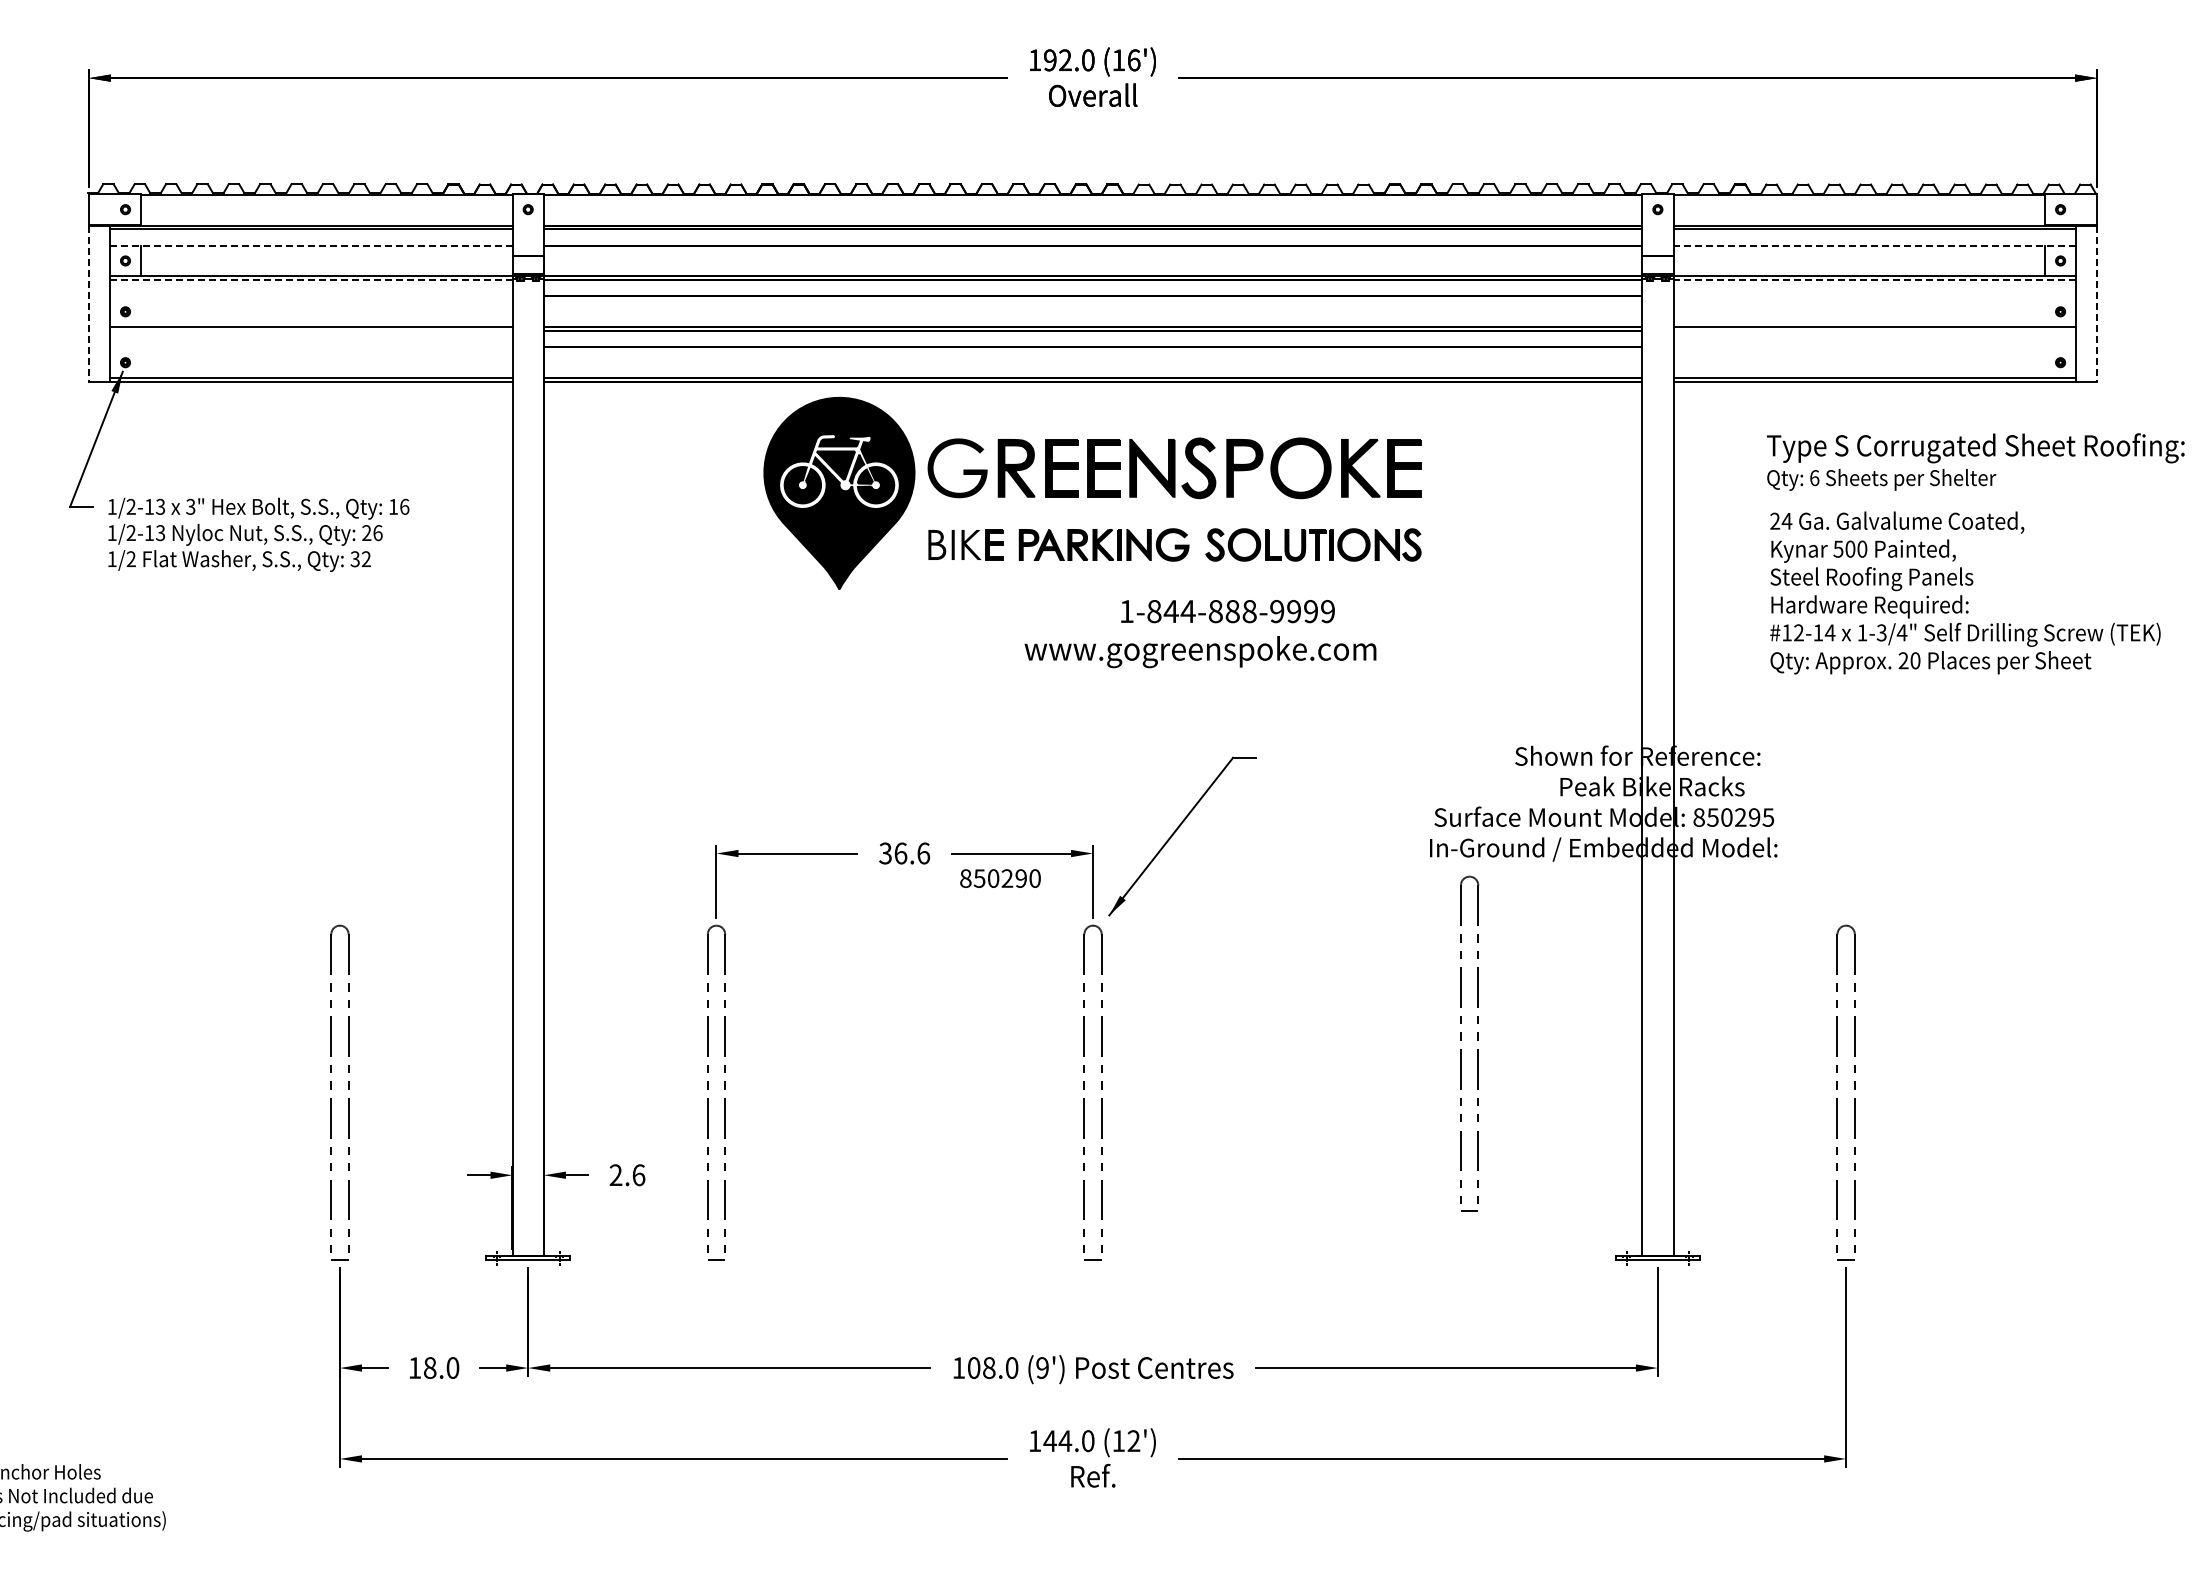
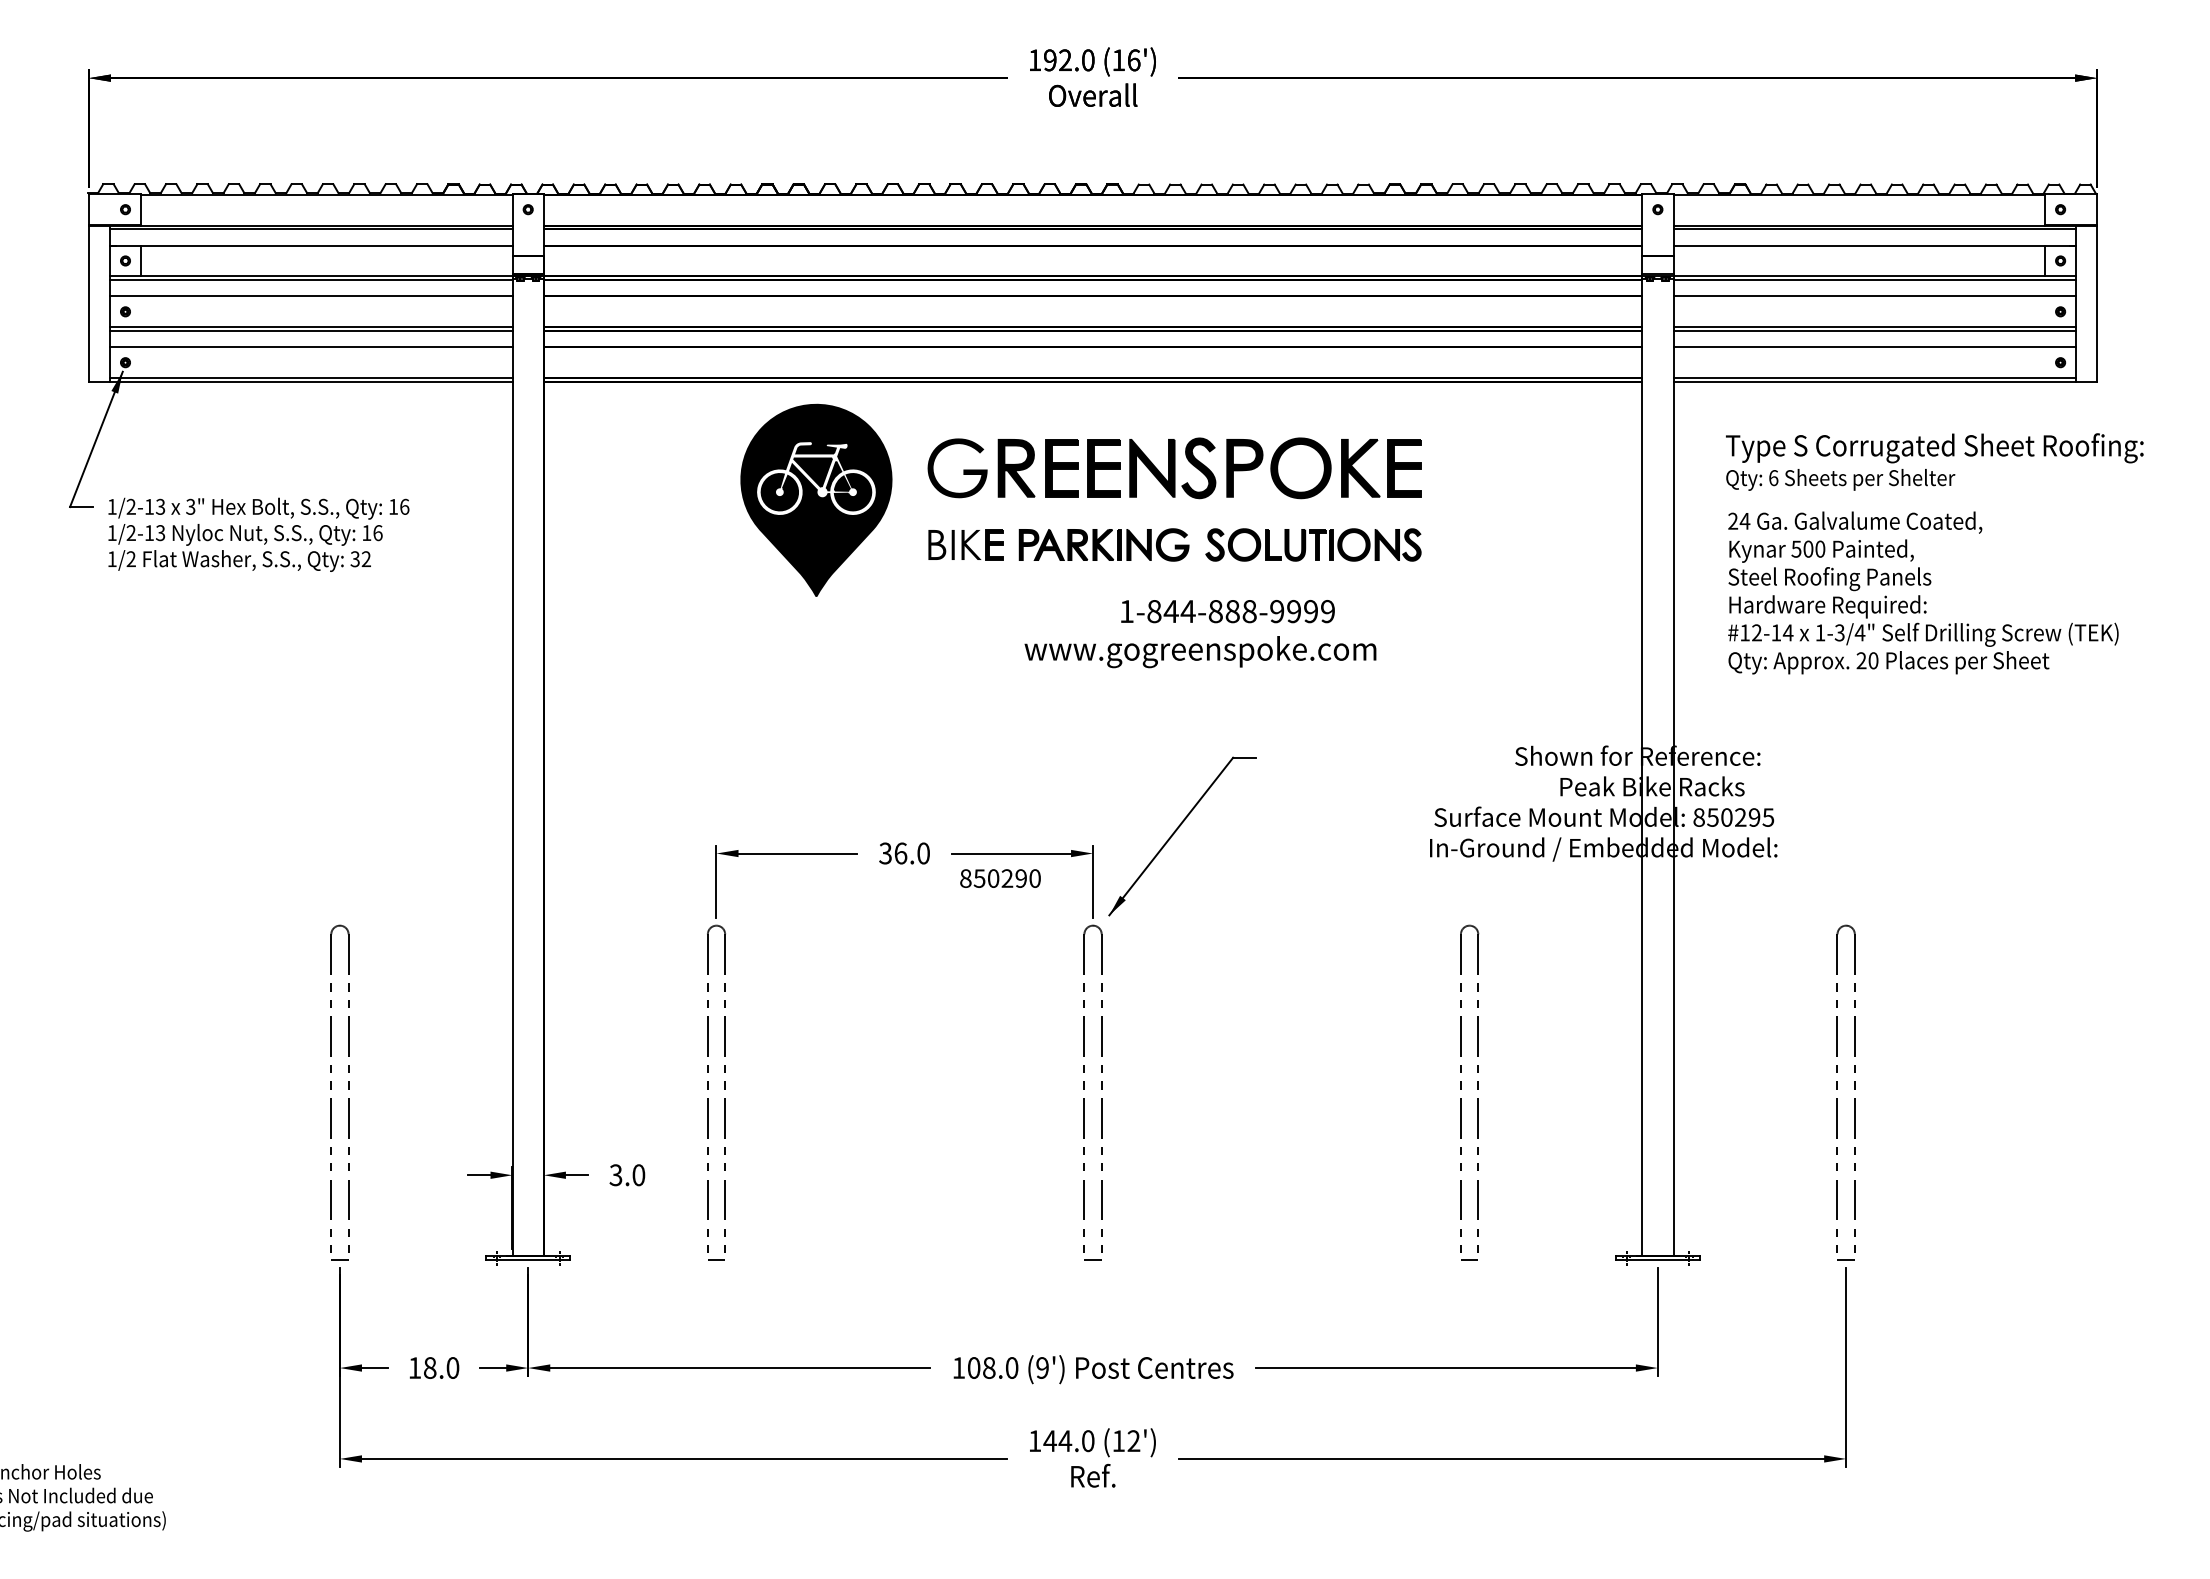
line at (311, 245): dashed -> solid
line at (1874, 245): dashed -> solid
line at (311, 280): dashed -> solid
line at (1874, 280): dashed -> solid
line at (310, 296): none -> present
line at (1874, 296): none -> present
line at (88, 304): dashed -> solid
line at (2097, 304): dashed -> solid
line at (310, 330): none -> present
line at (1874, 330): none -> present
line at (310, 347): none -> present
line at (1874, 347): none -> present
text at (1975, 461) position: (1975, 461) -> (1934, 461)
part at (839, 492) position: (839, 492) -> (816, 499)
text at (366, 532): 26 -> 16
text at (1965, 592) position: (1965, 592) -> (1923, 592)
text at (923, 853): 36.6 -> 36.0
part at (1461, 1040) position: (1461, 1040) -> (1461, 1089)
text at (627, 1175): 2.6 -> 3.0
